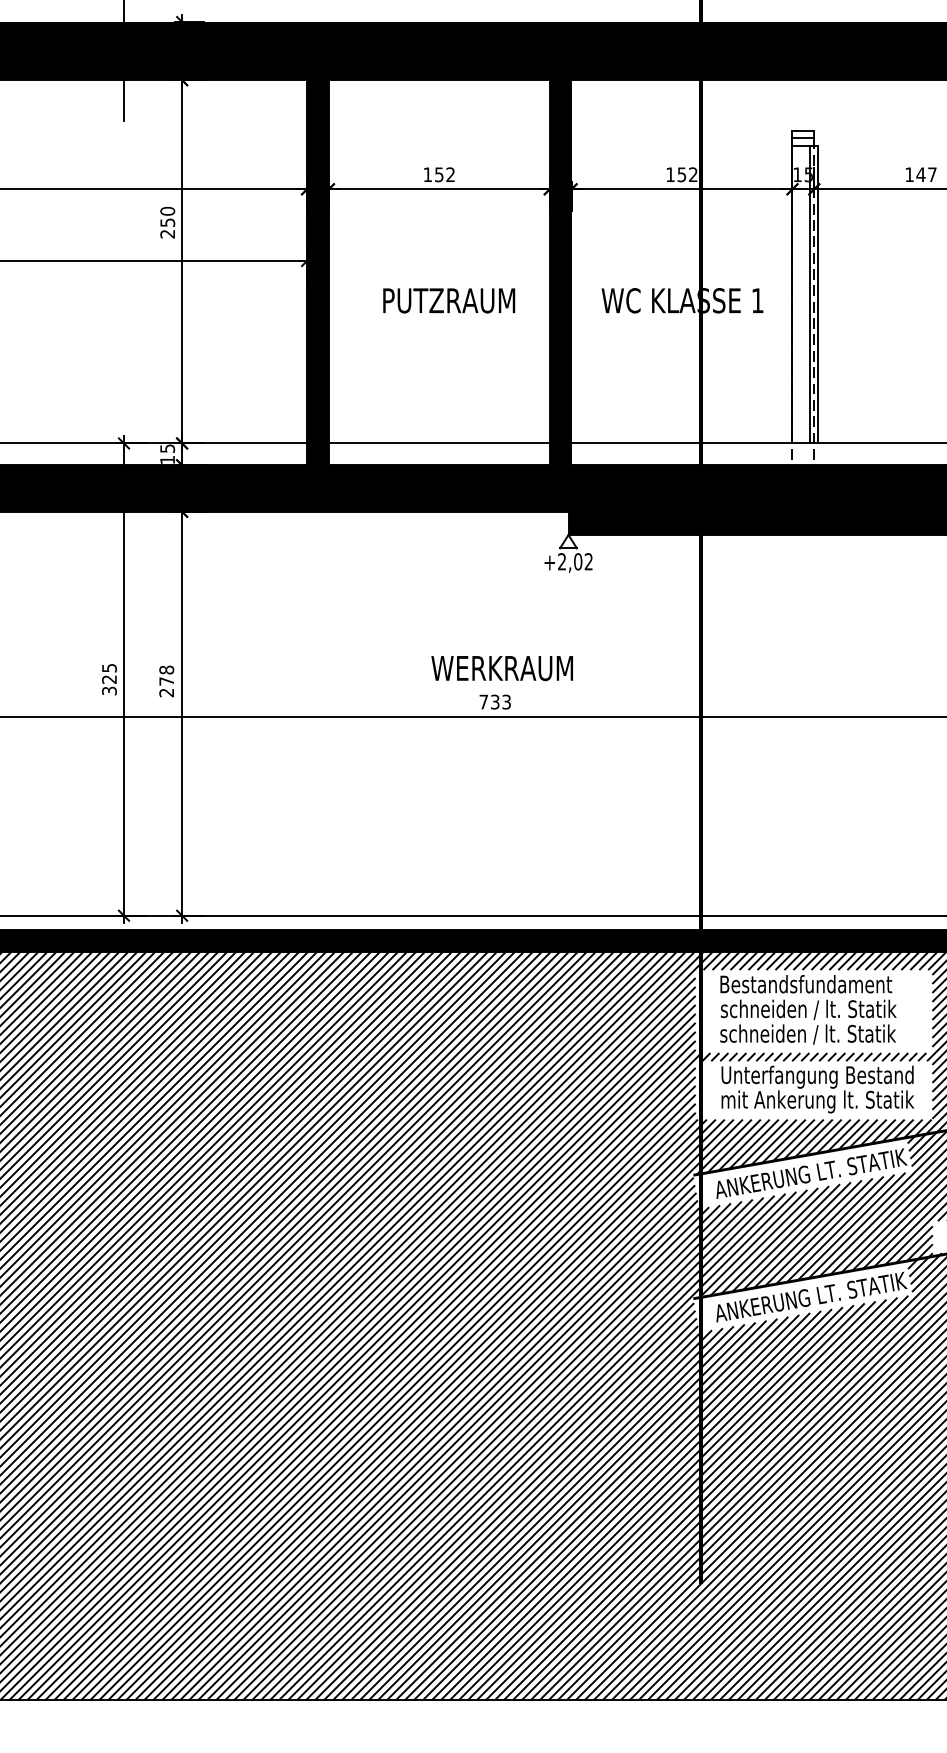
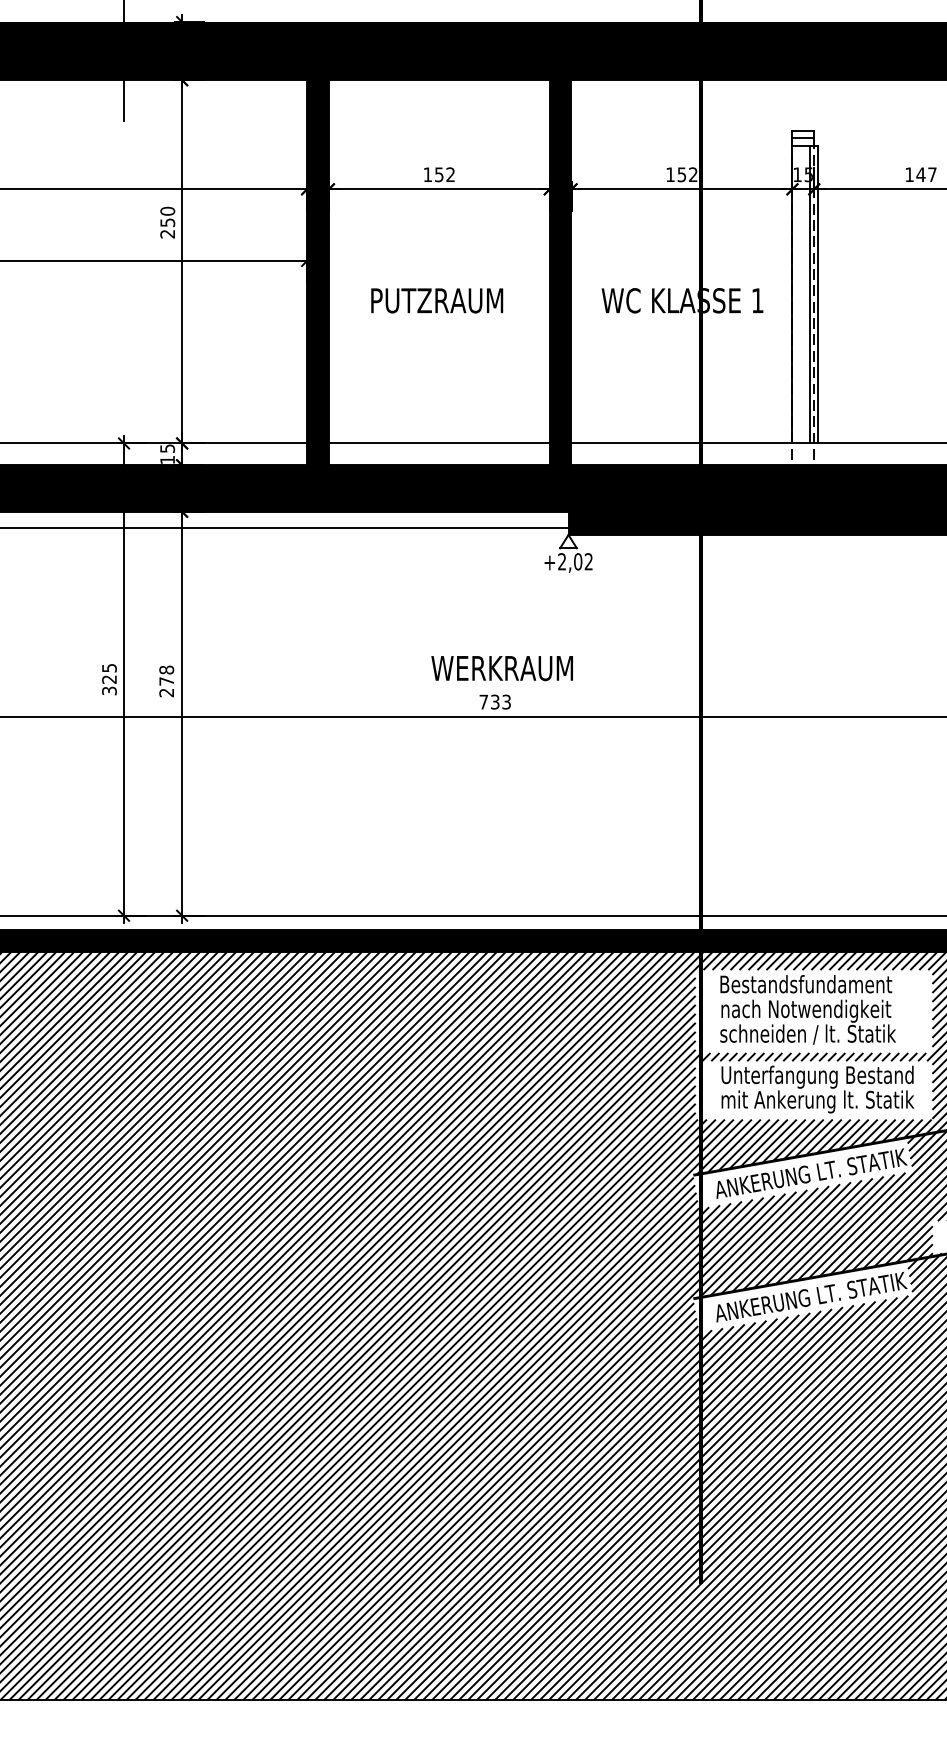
text at (449, 300) position: (449, 300) -> (437, 300)
line at (285, 527): none -> present
text at (808, 1010): schneiden / lt. Statik -> nach Notwendigkeit
